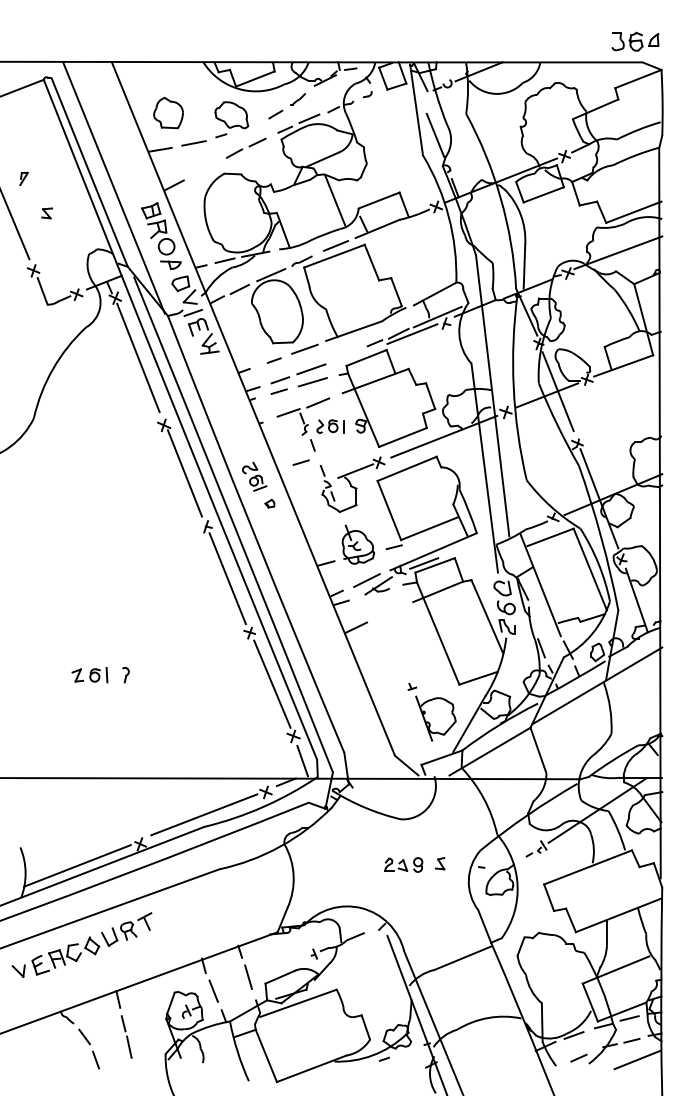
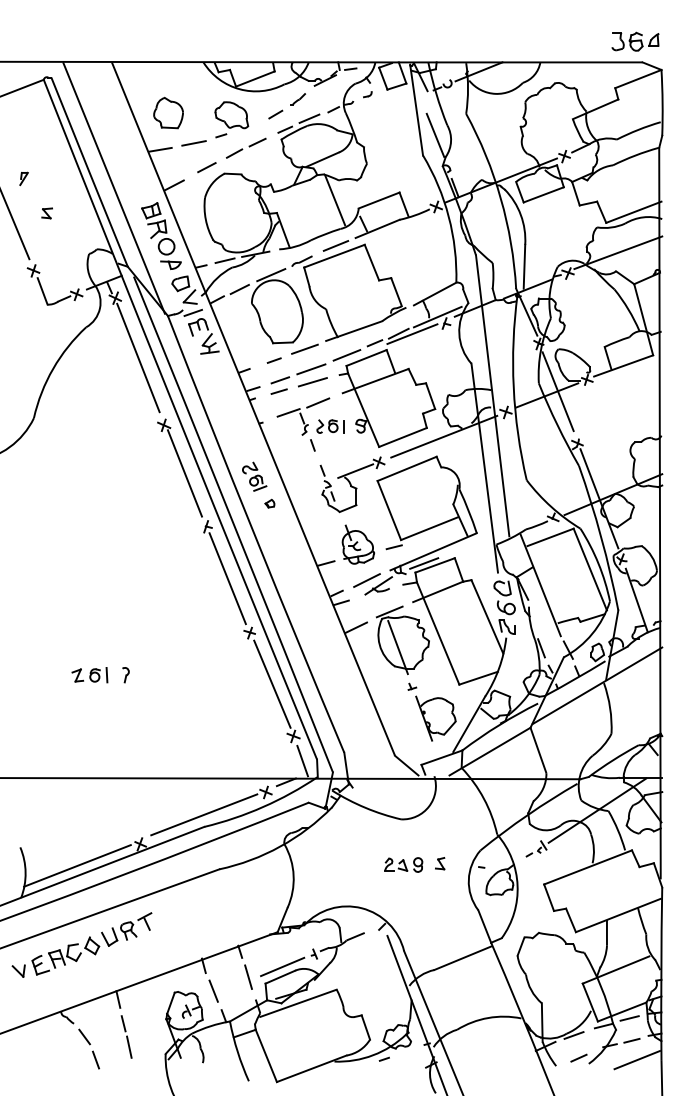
line at (206, 167): none -> present
line at (346, 355): none -> present
line at (300, 462): present -> none
part at (402, 639): none -> present
line at (282, 966): none -> present
